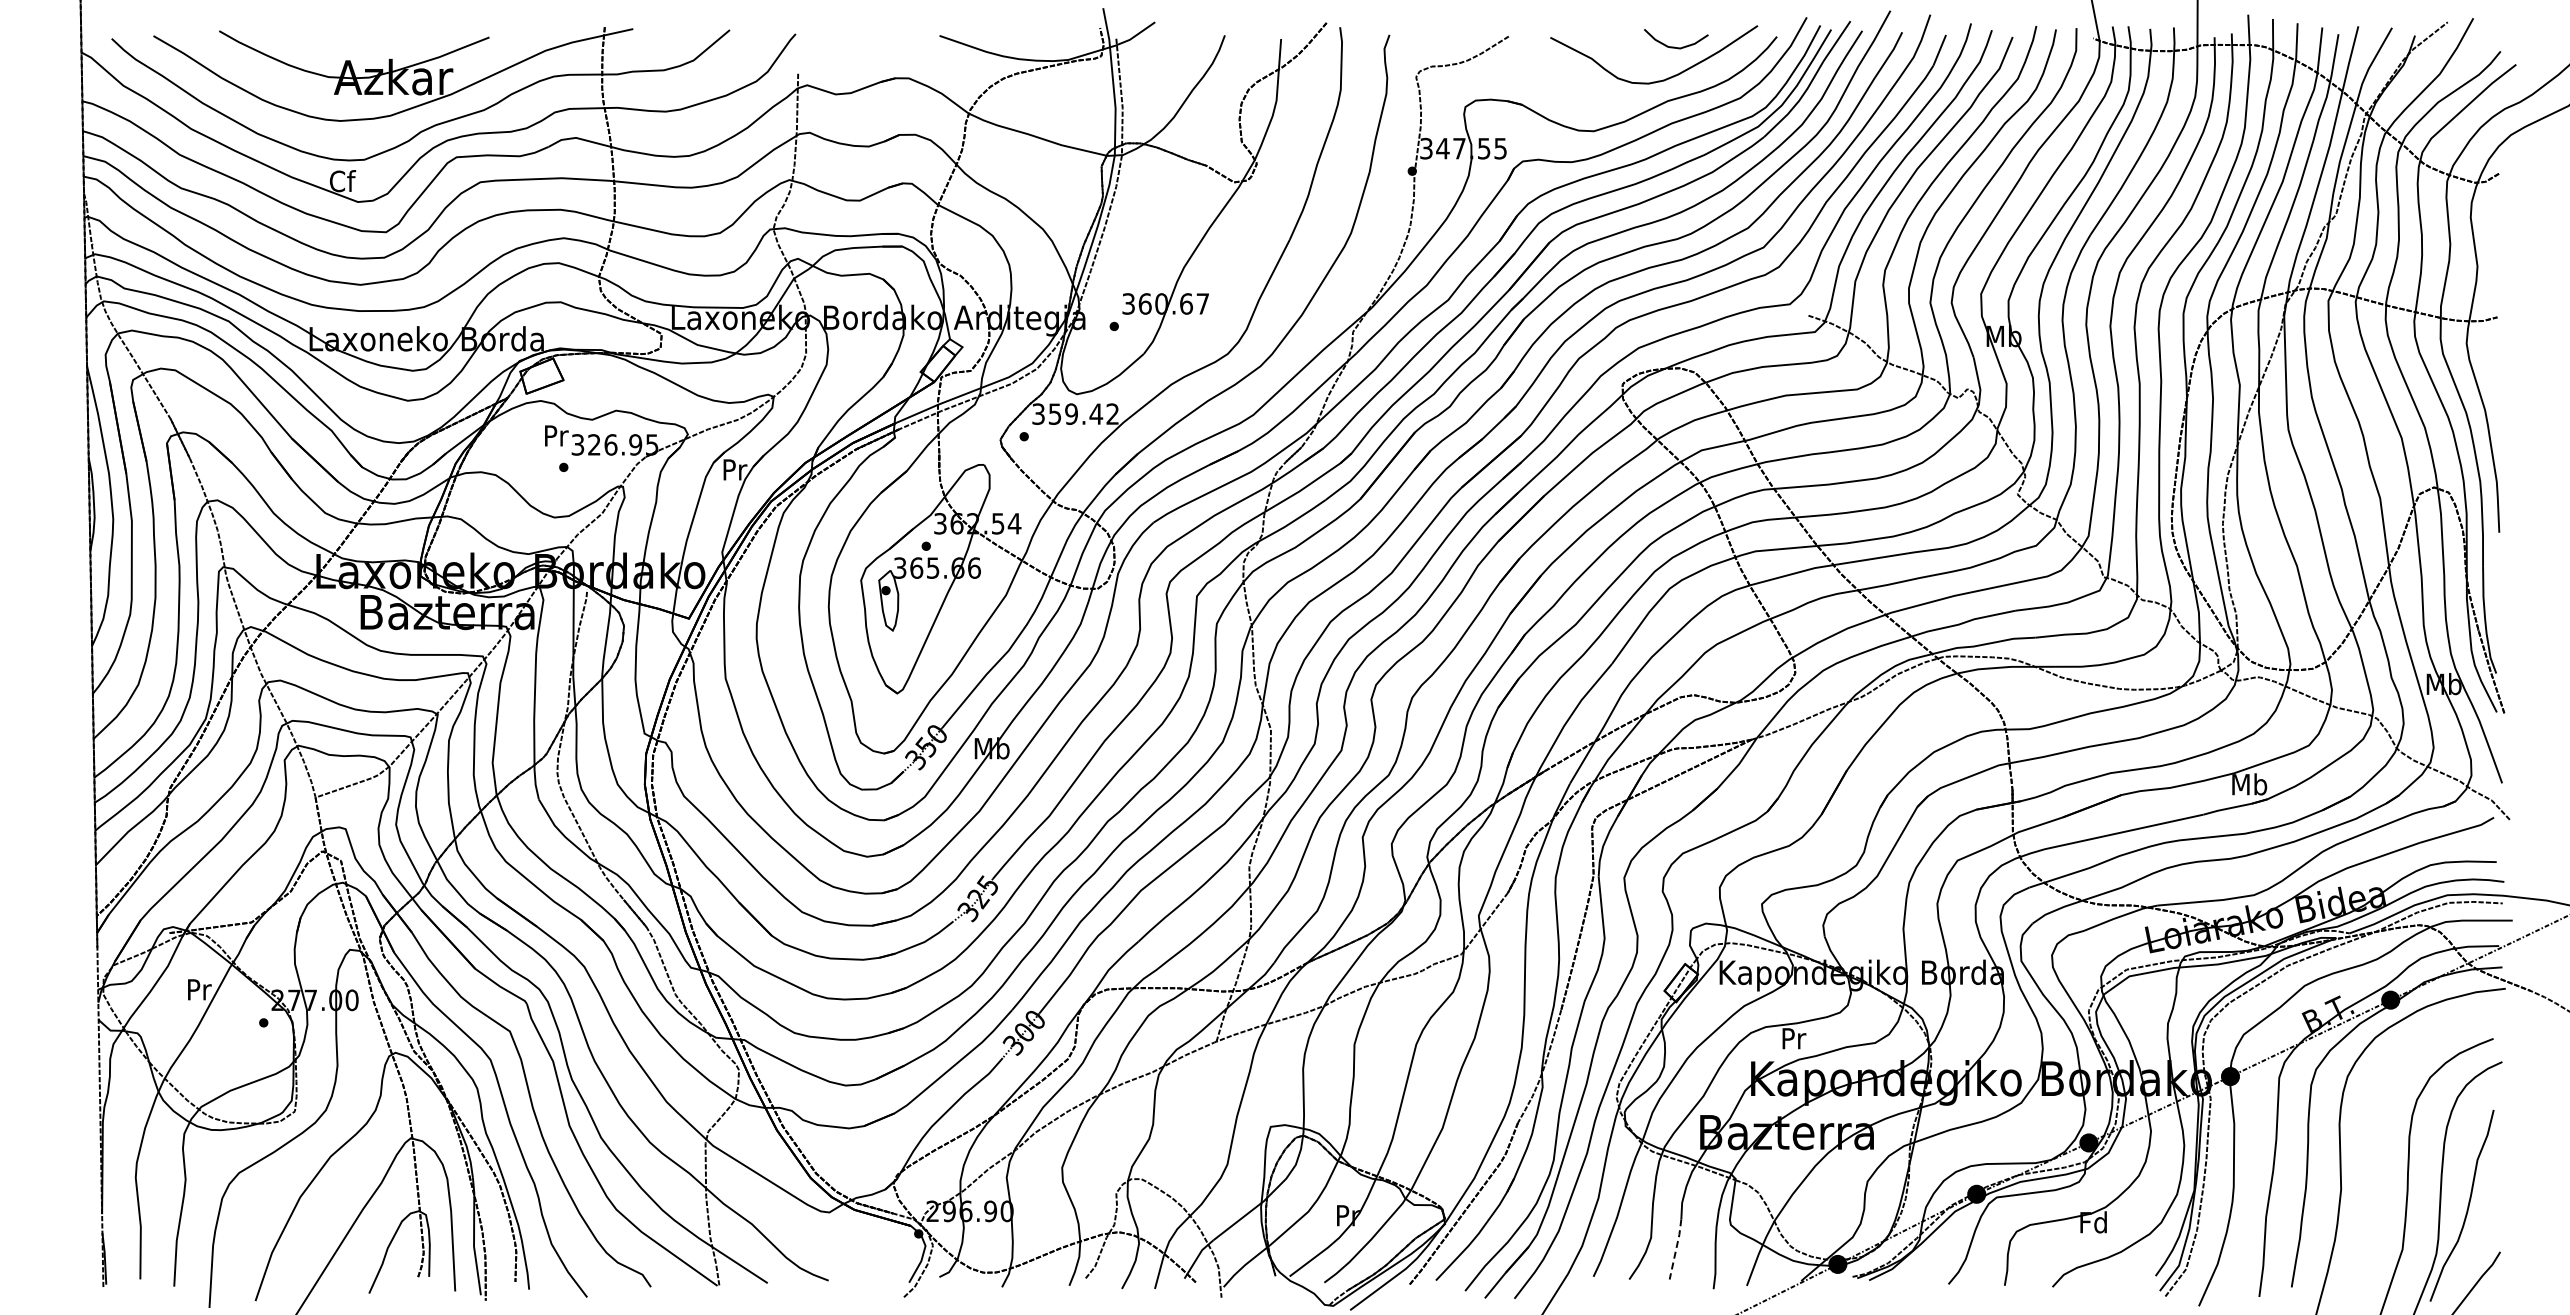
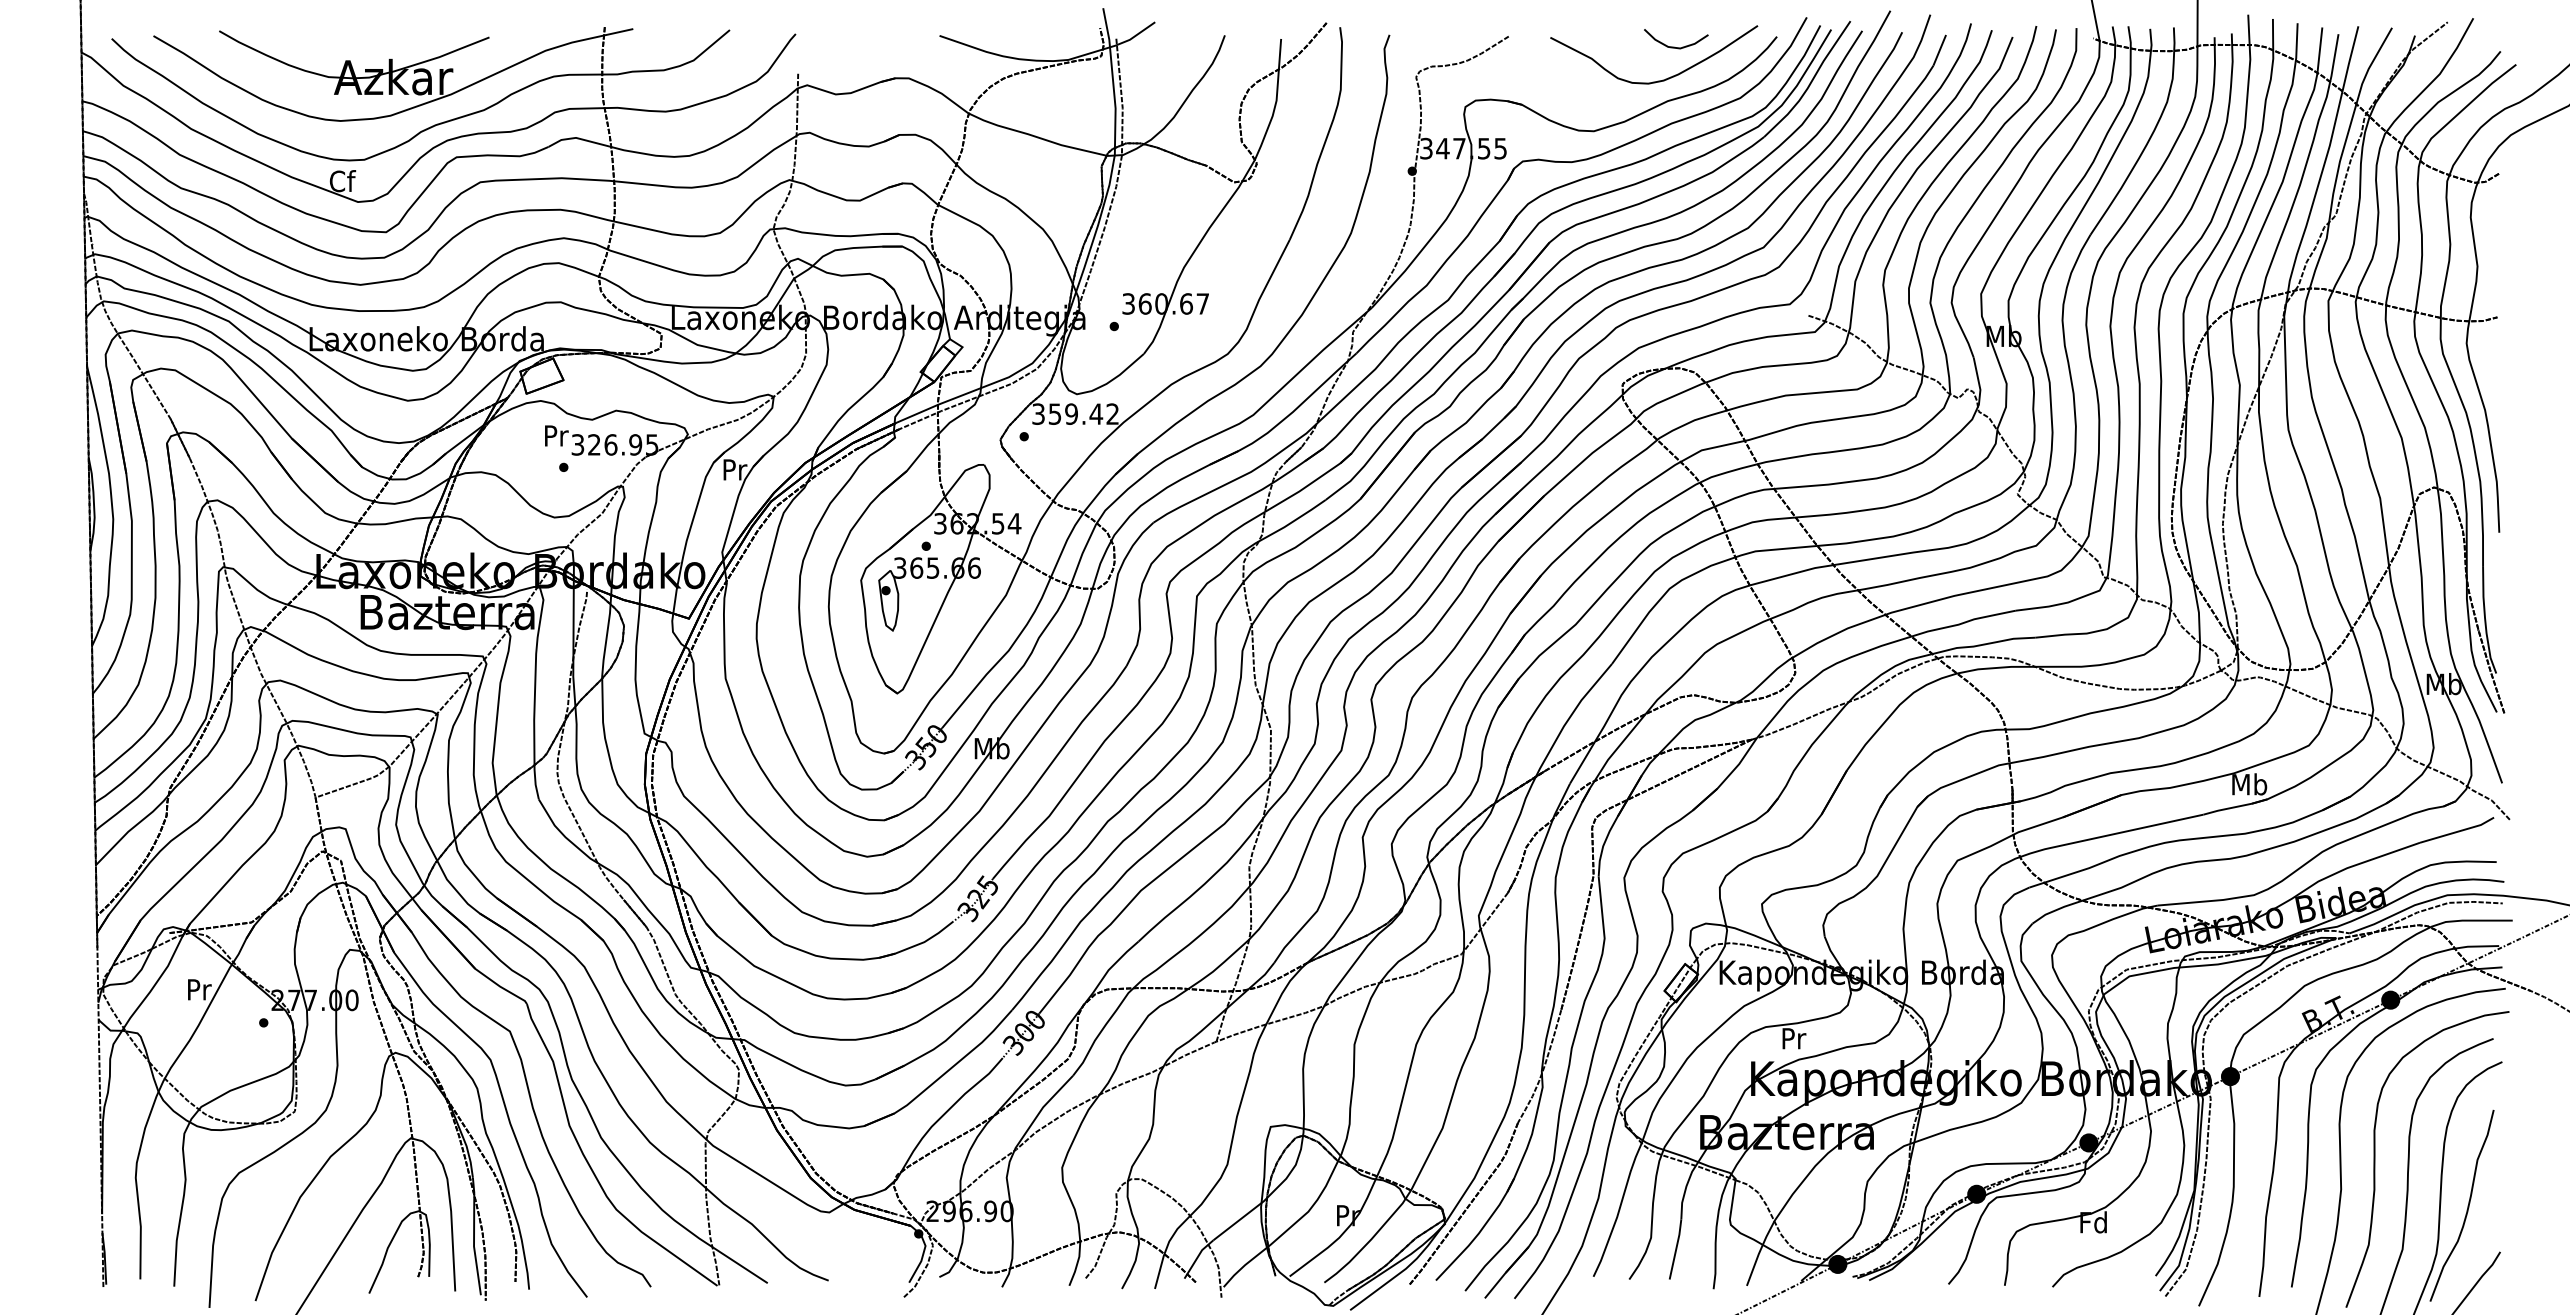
curve at (2375, 1159): none -> present
line at (1676, 1249): dashed -> solid
